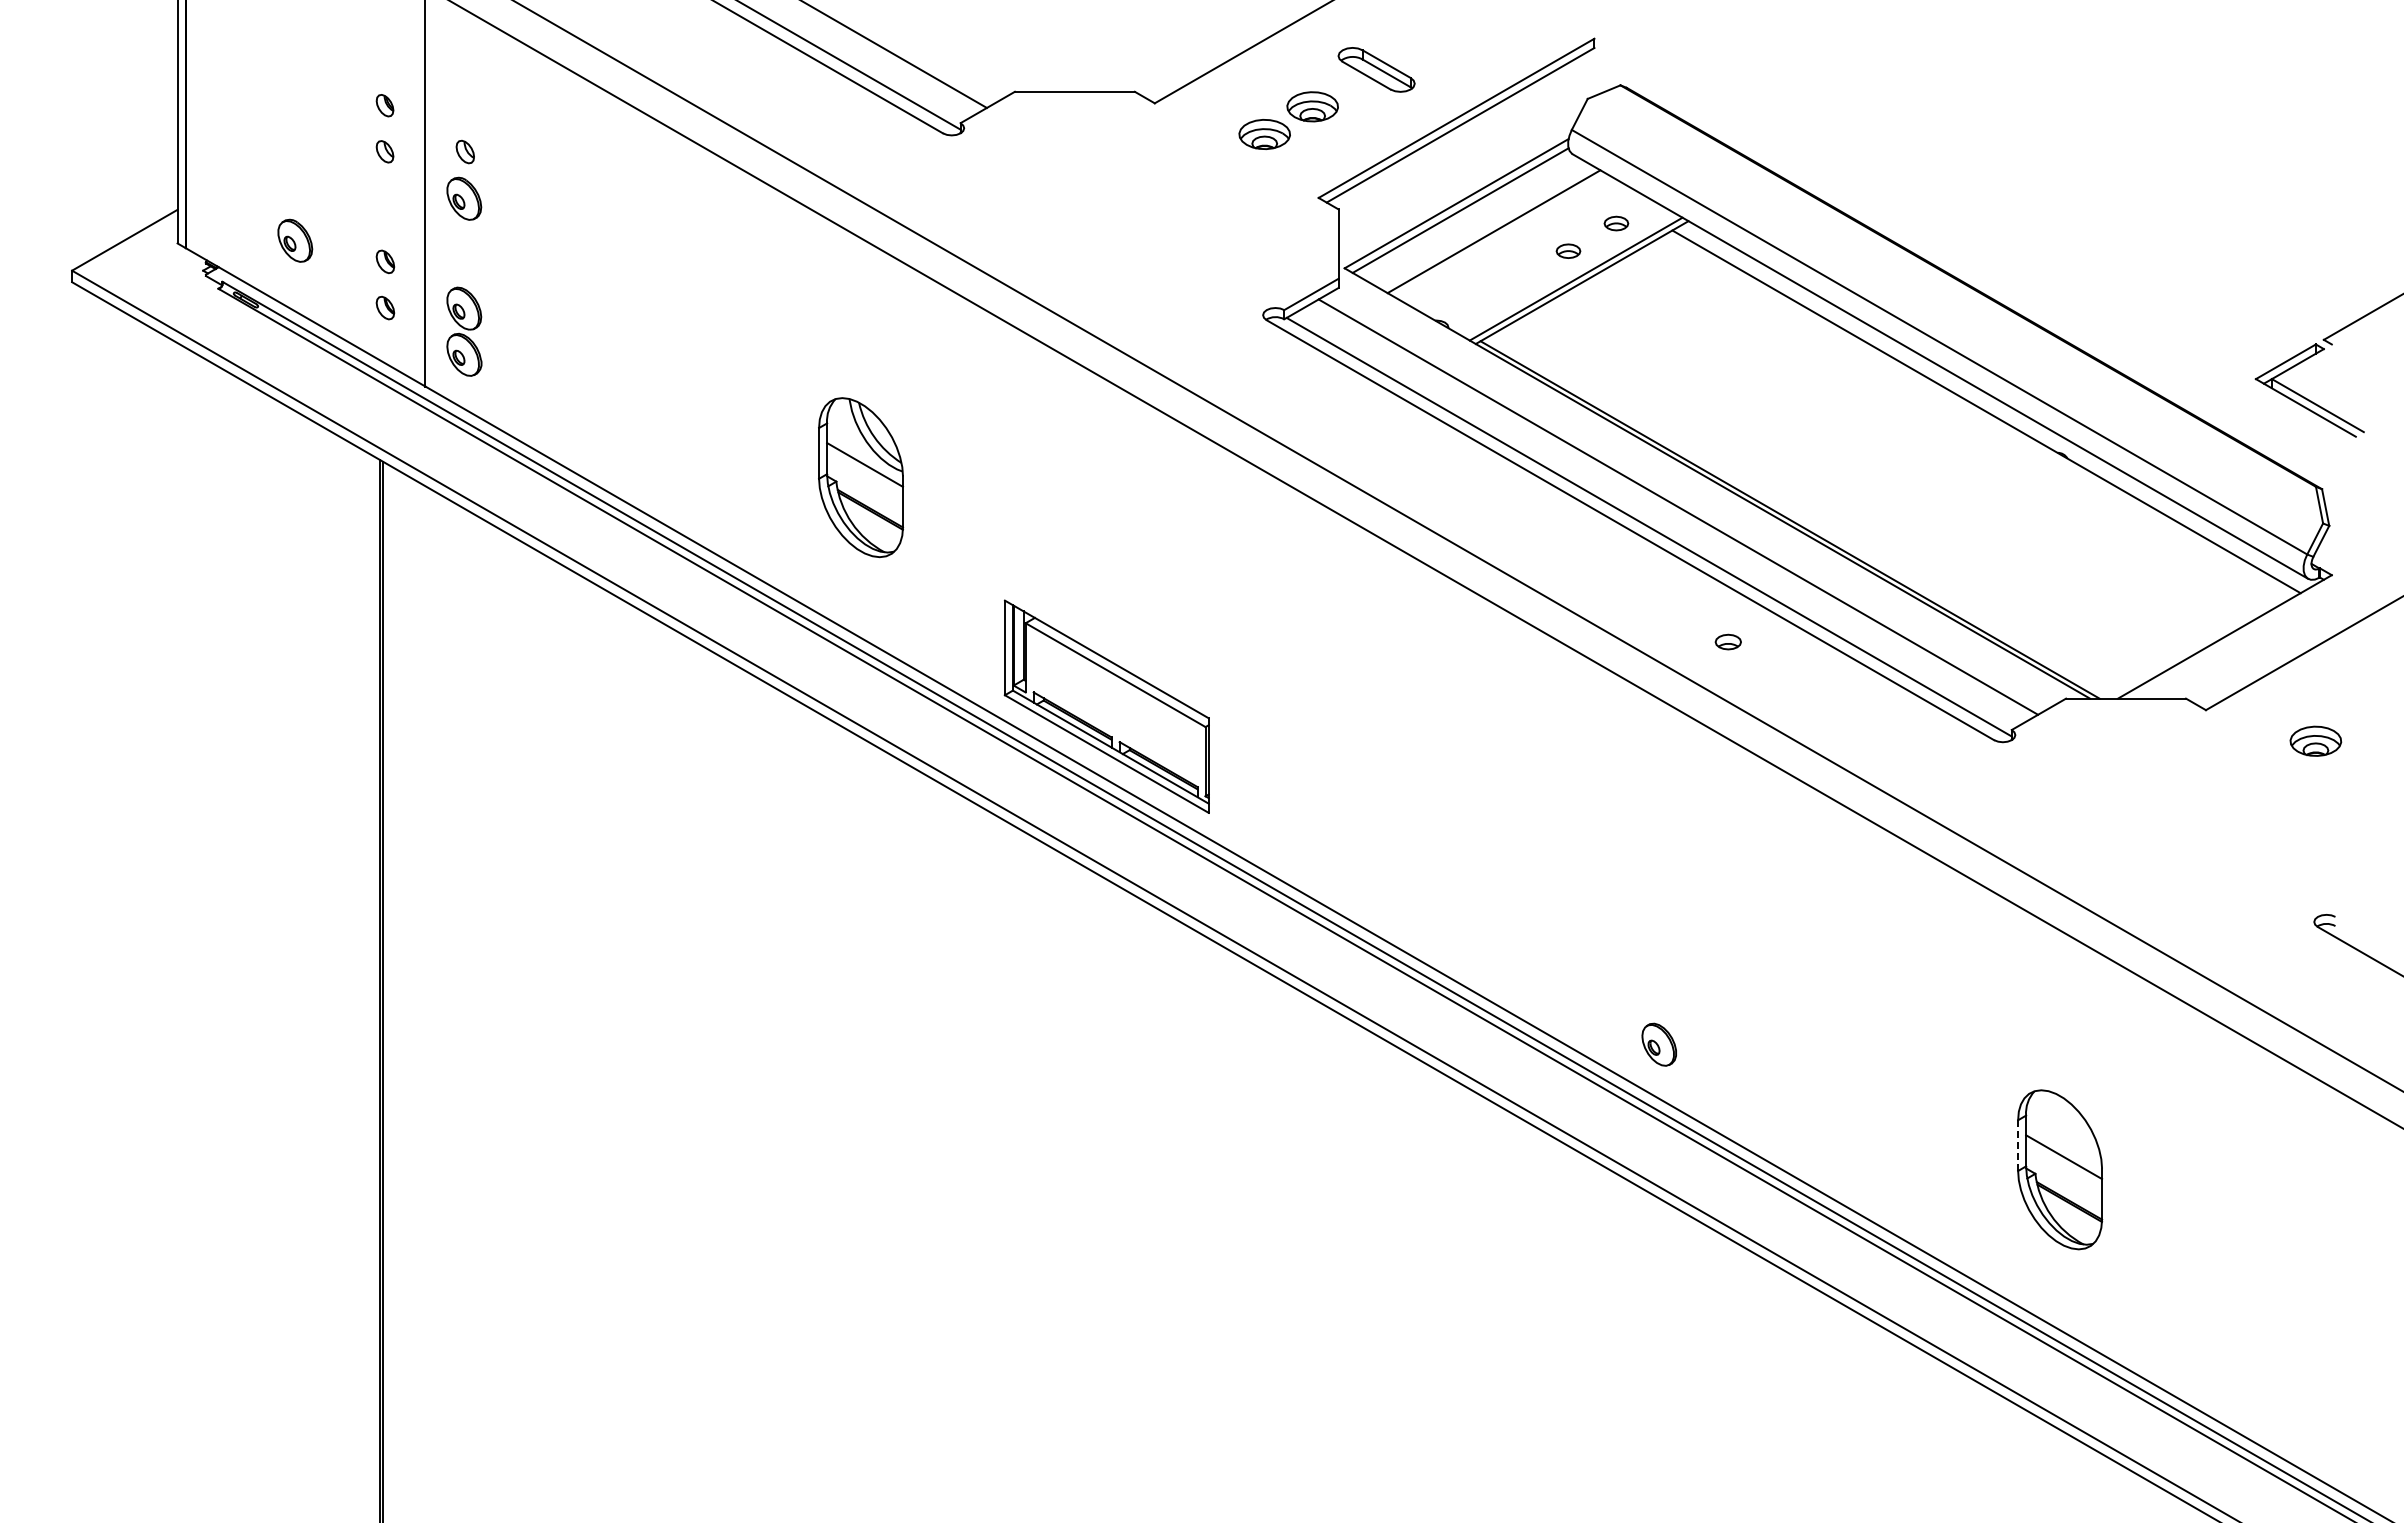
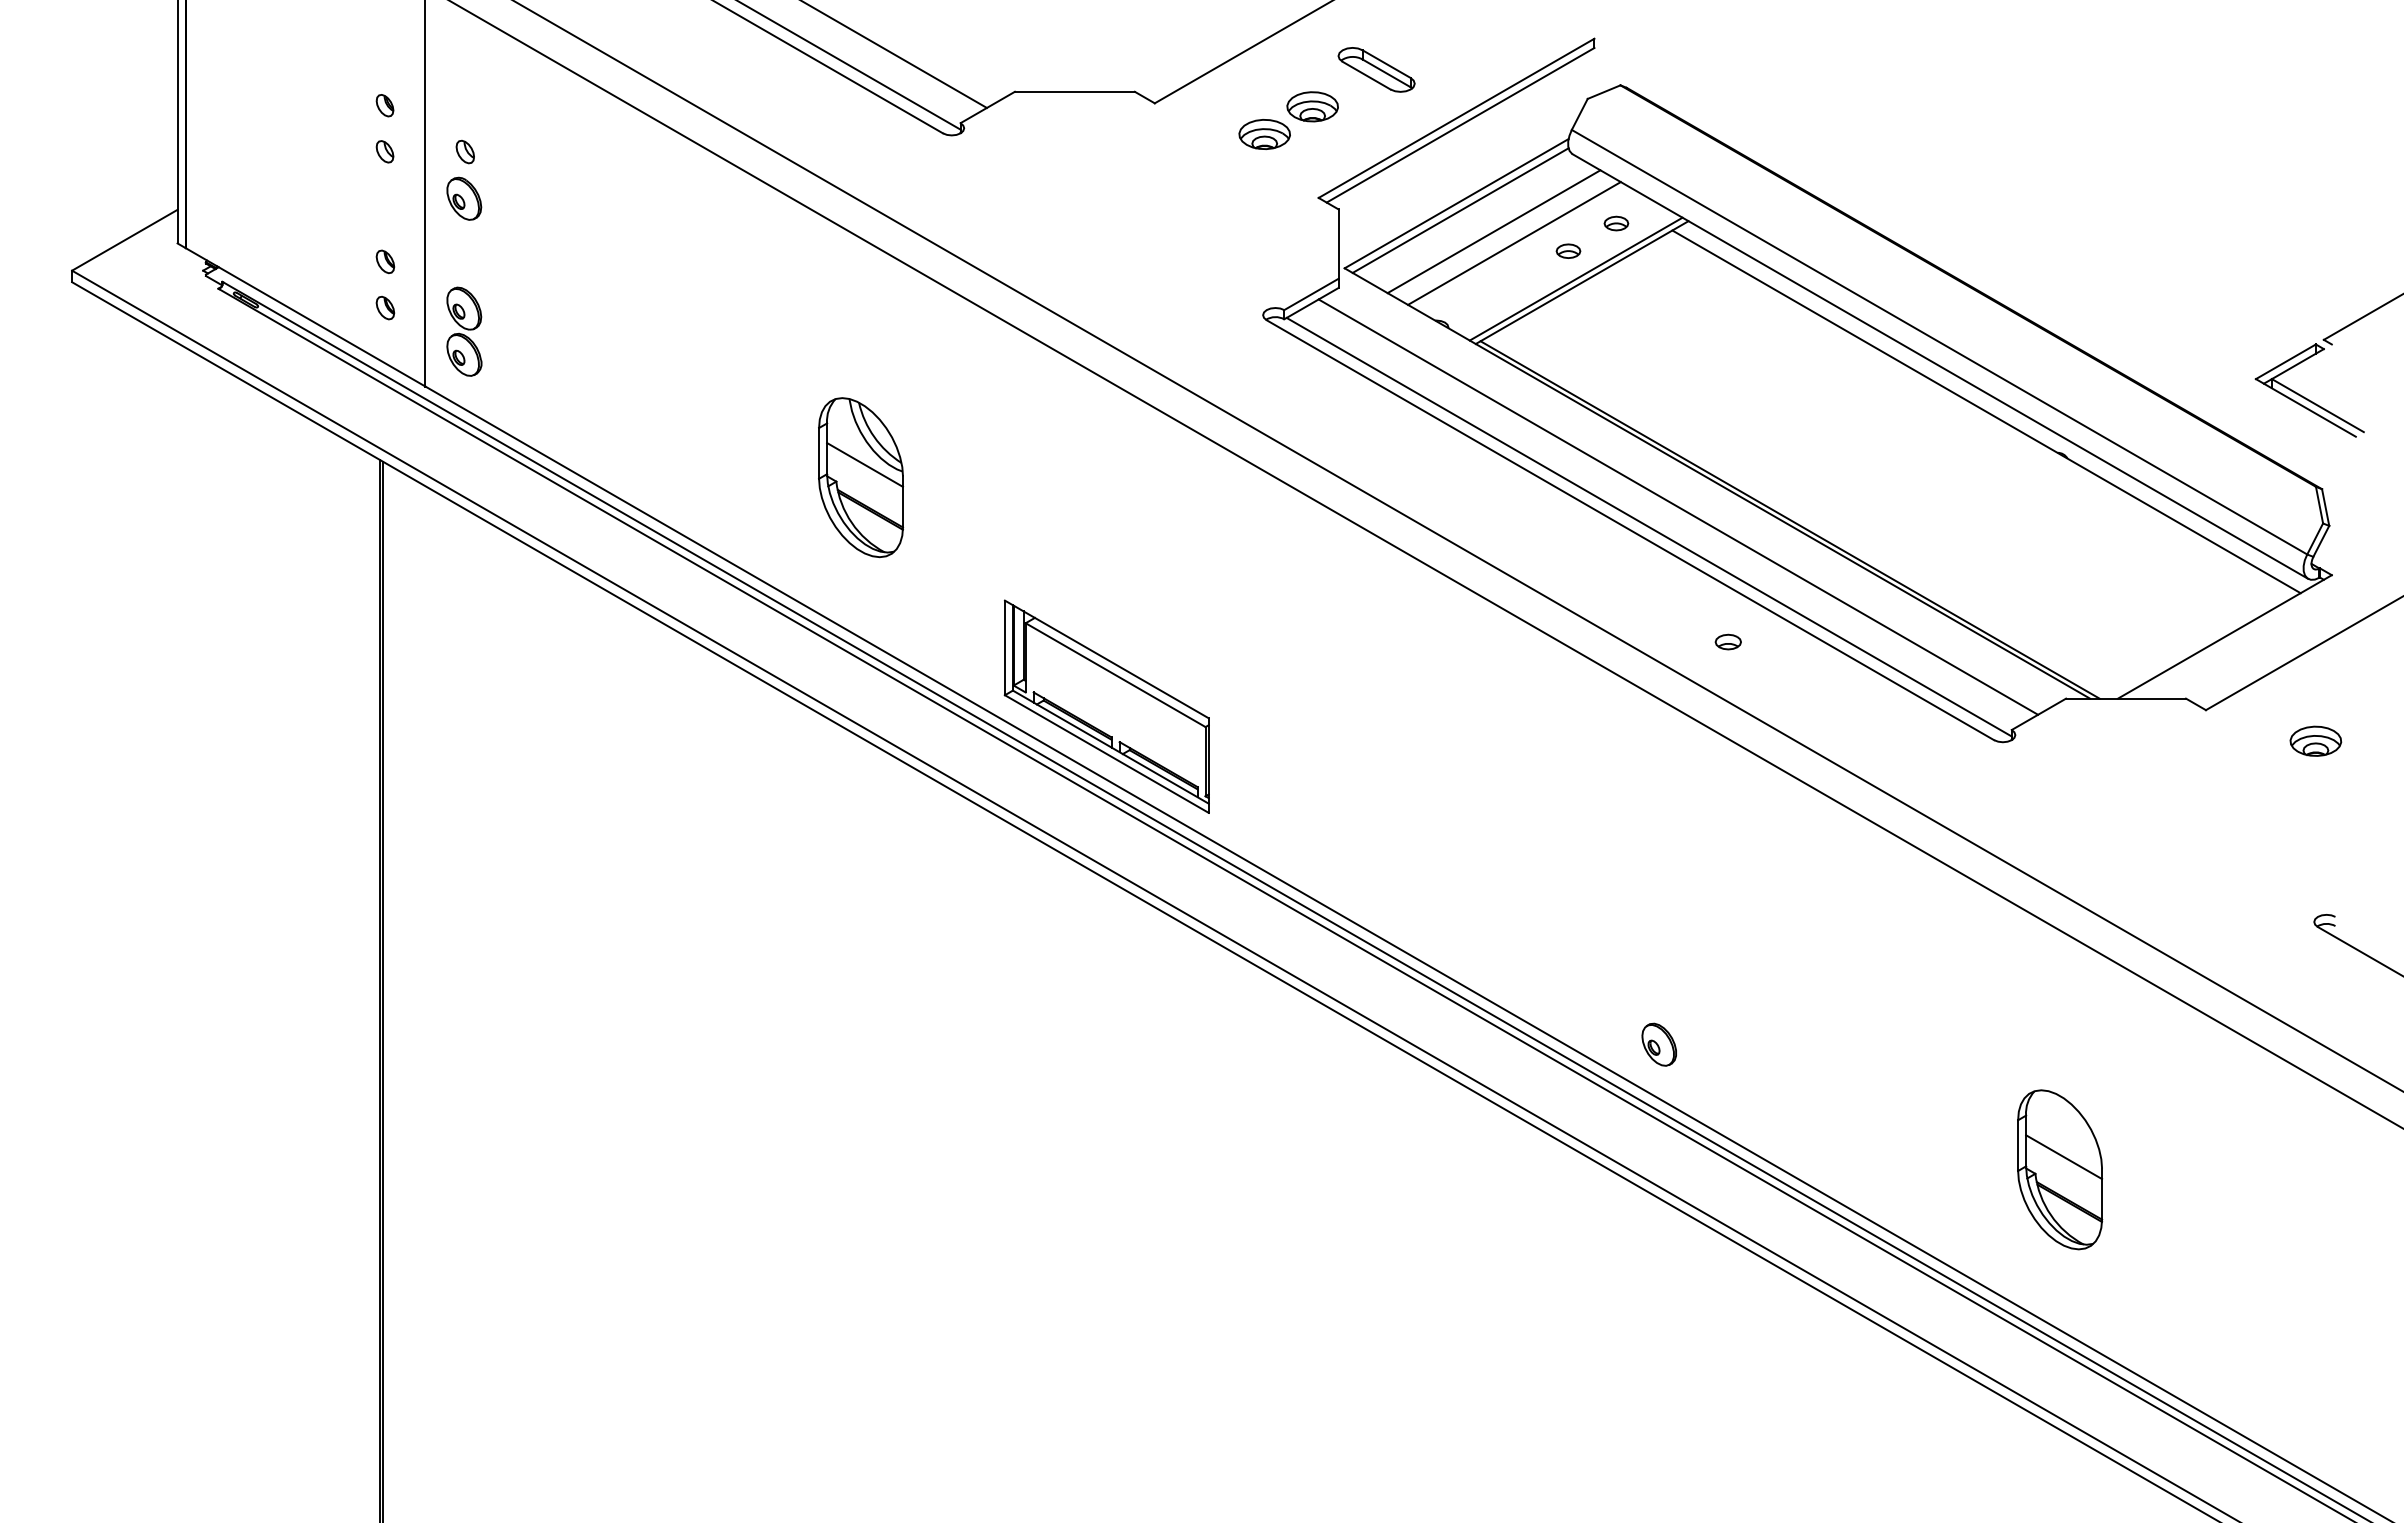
part at (295, 240): present -> none
line at (1514, 243): none -> present
line at (2018, 1146): dashed -> solid
